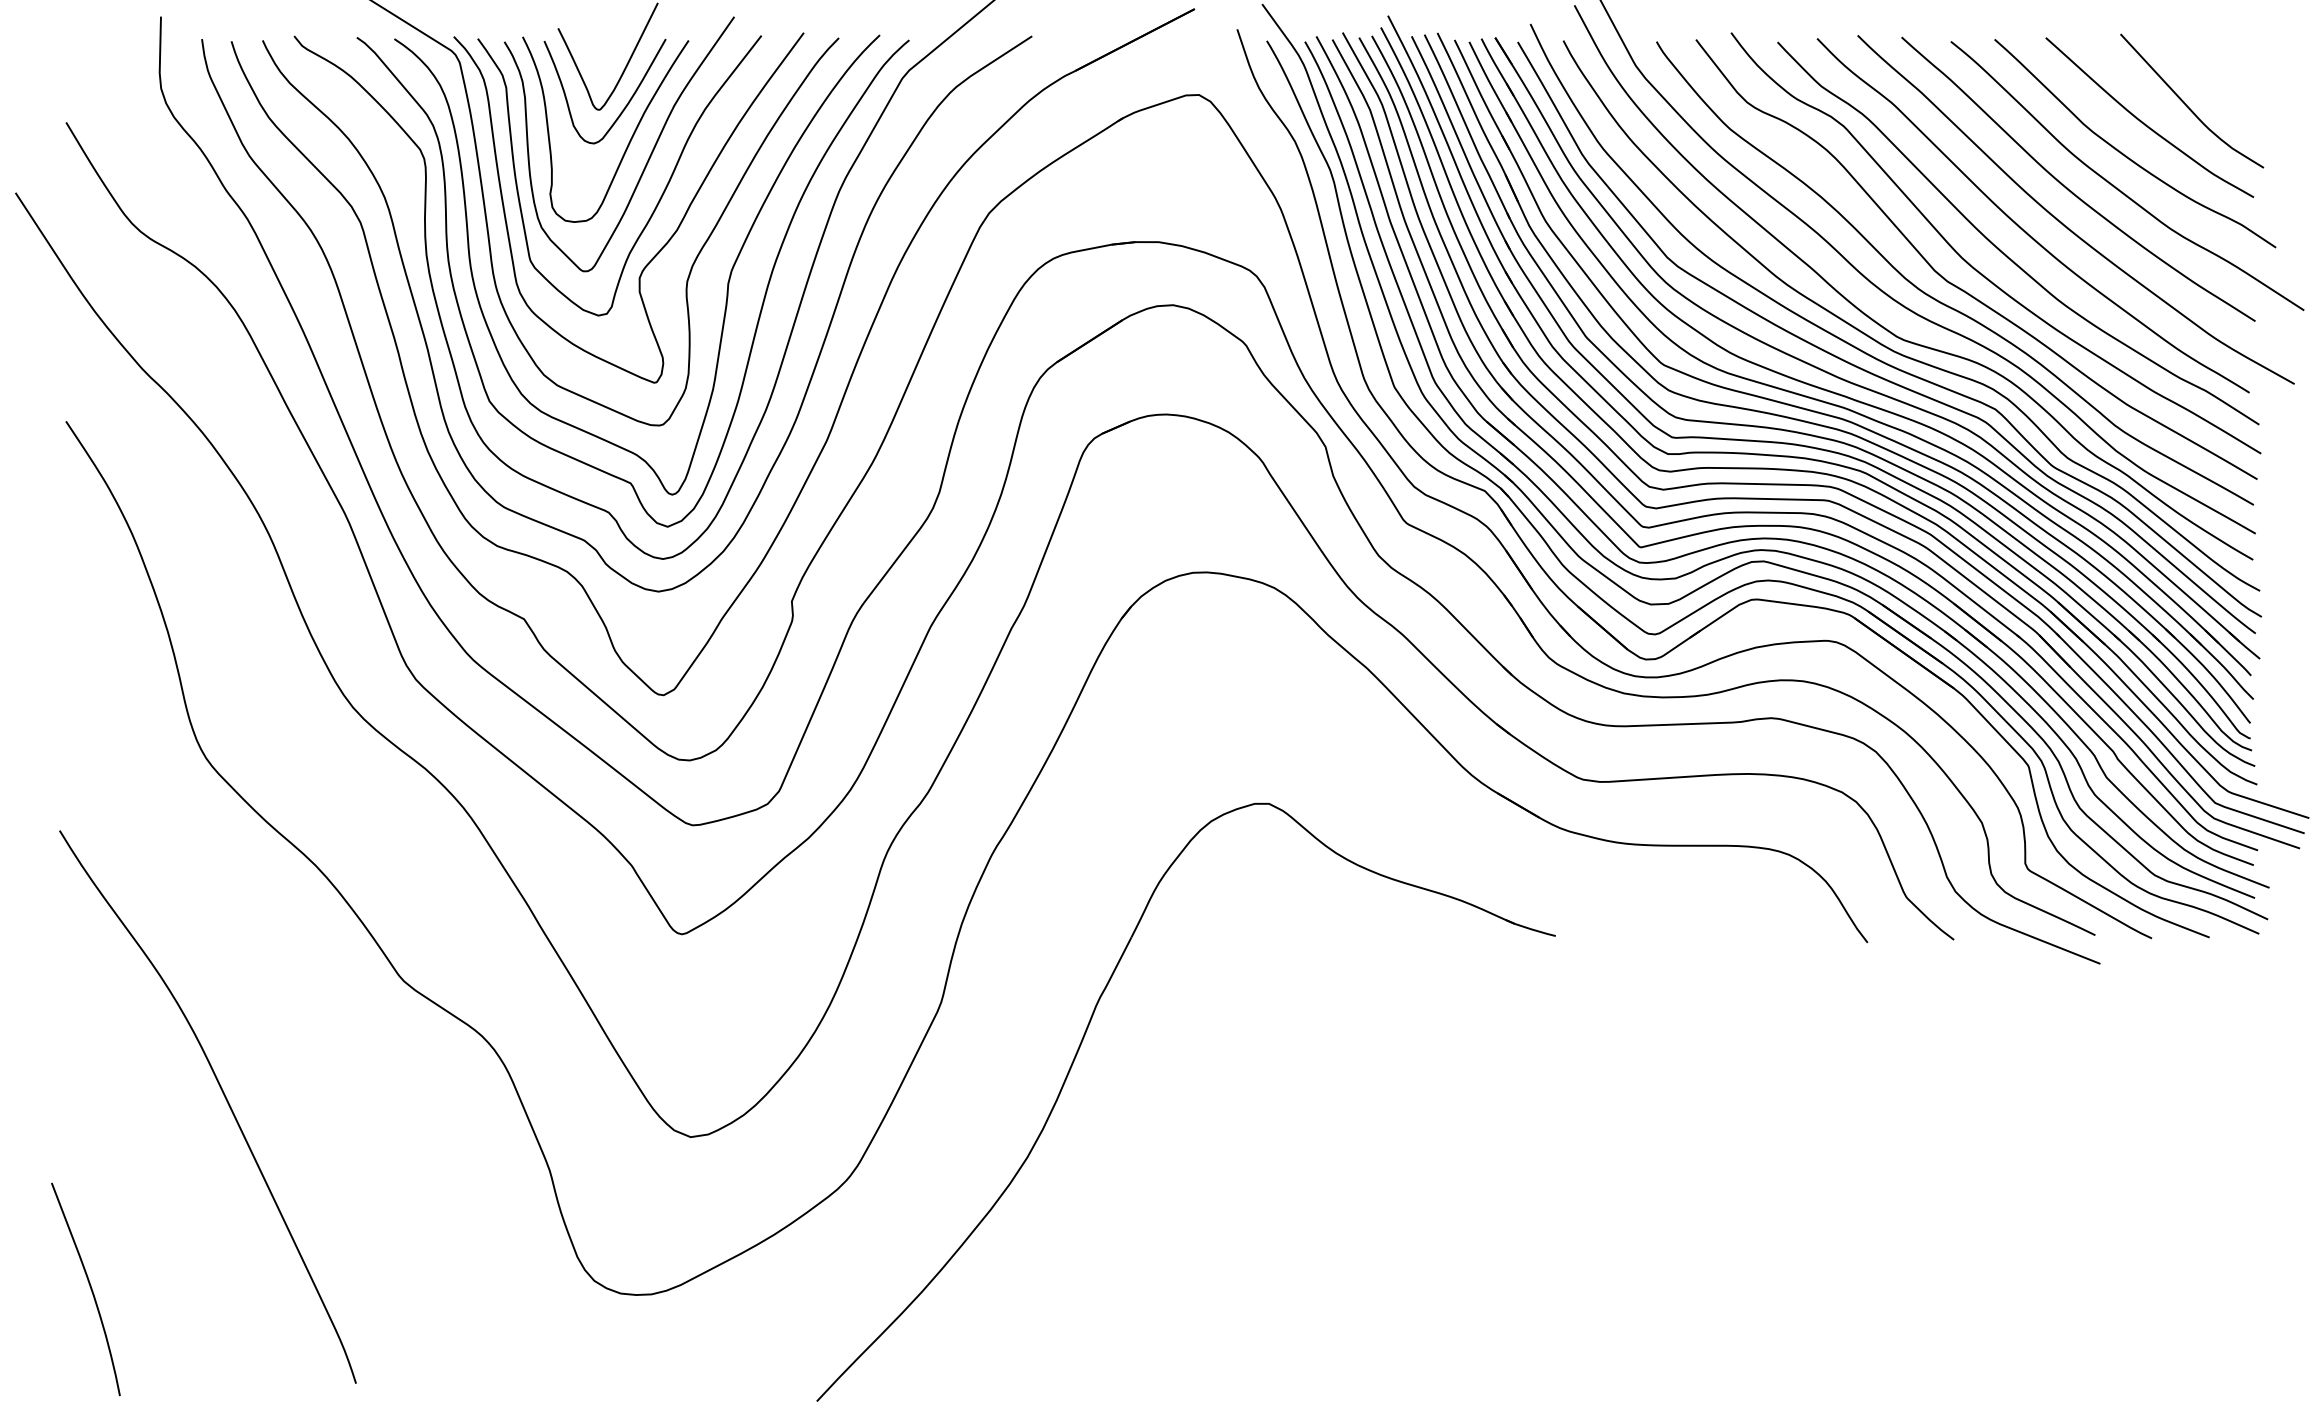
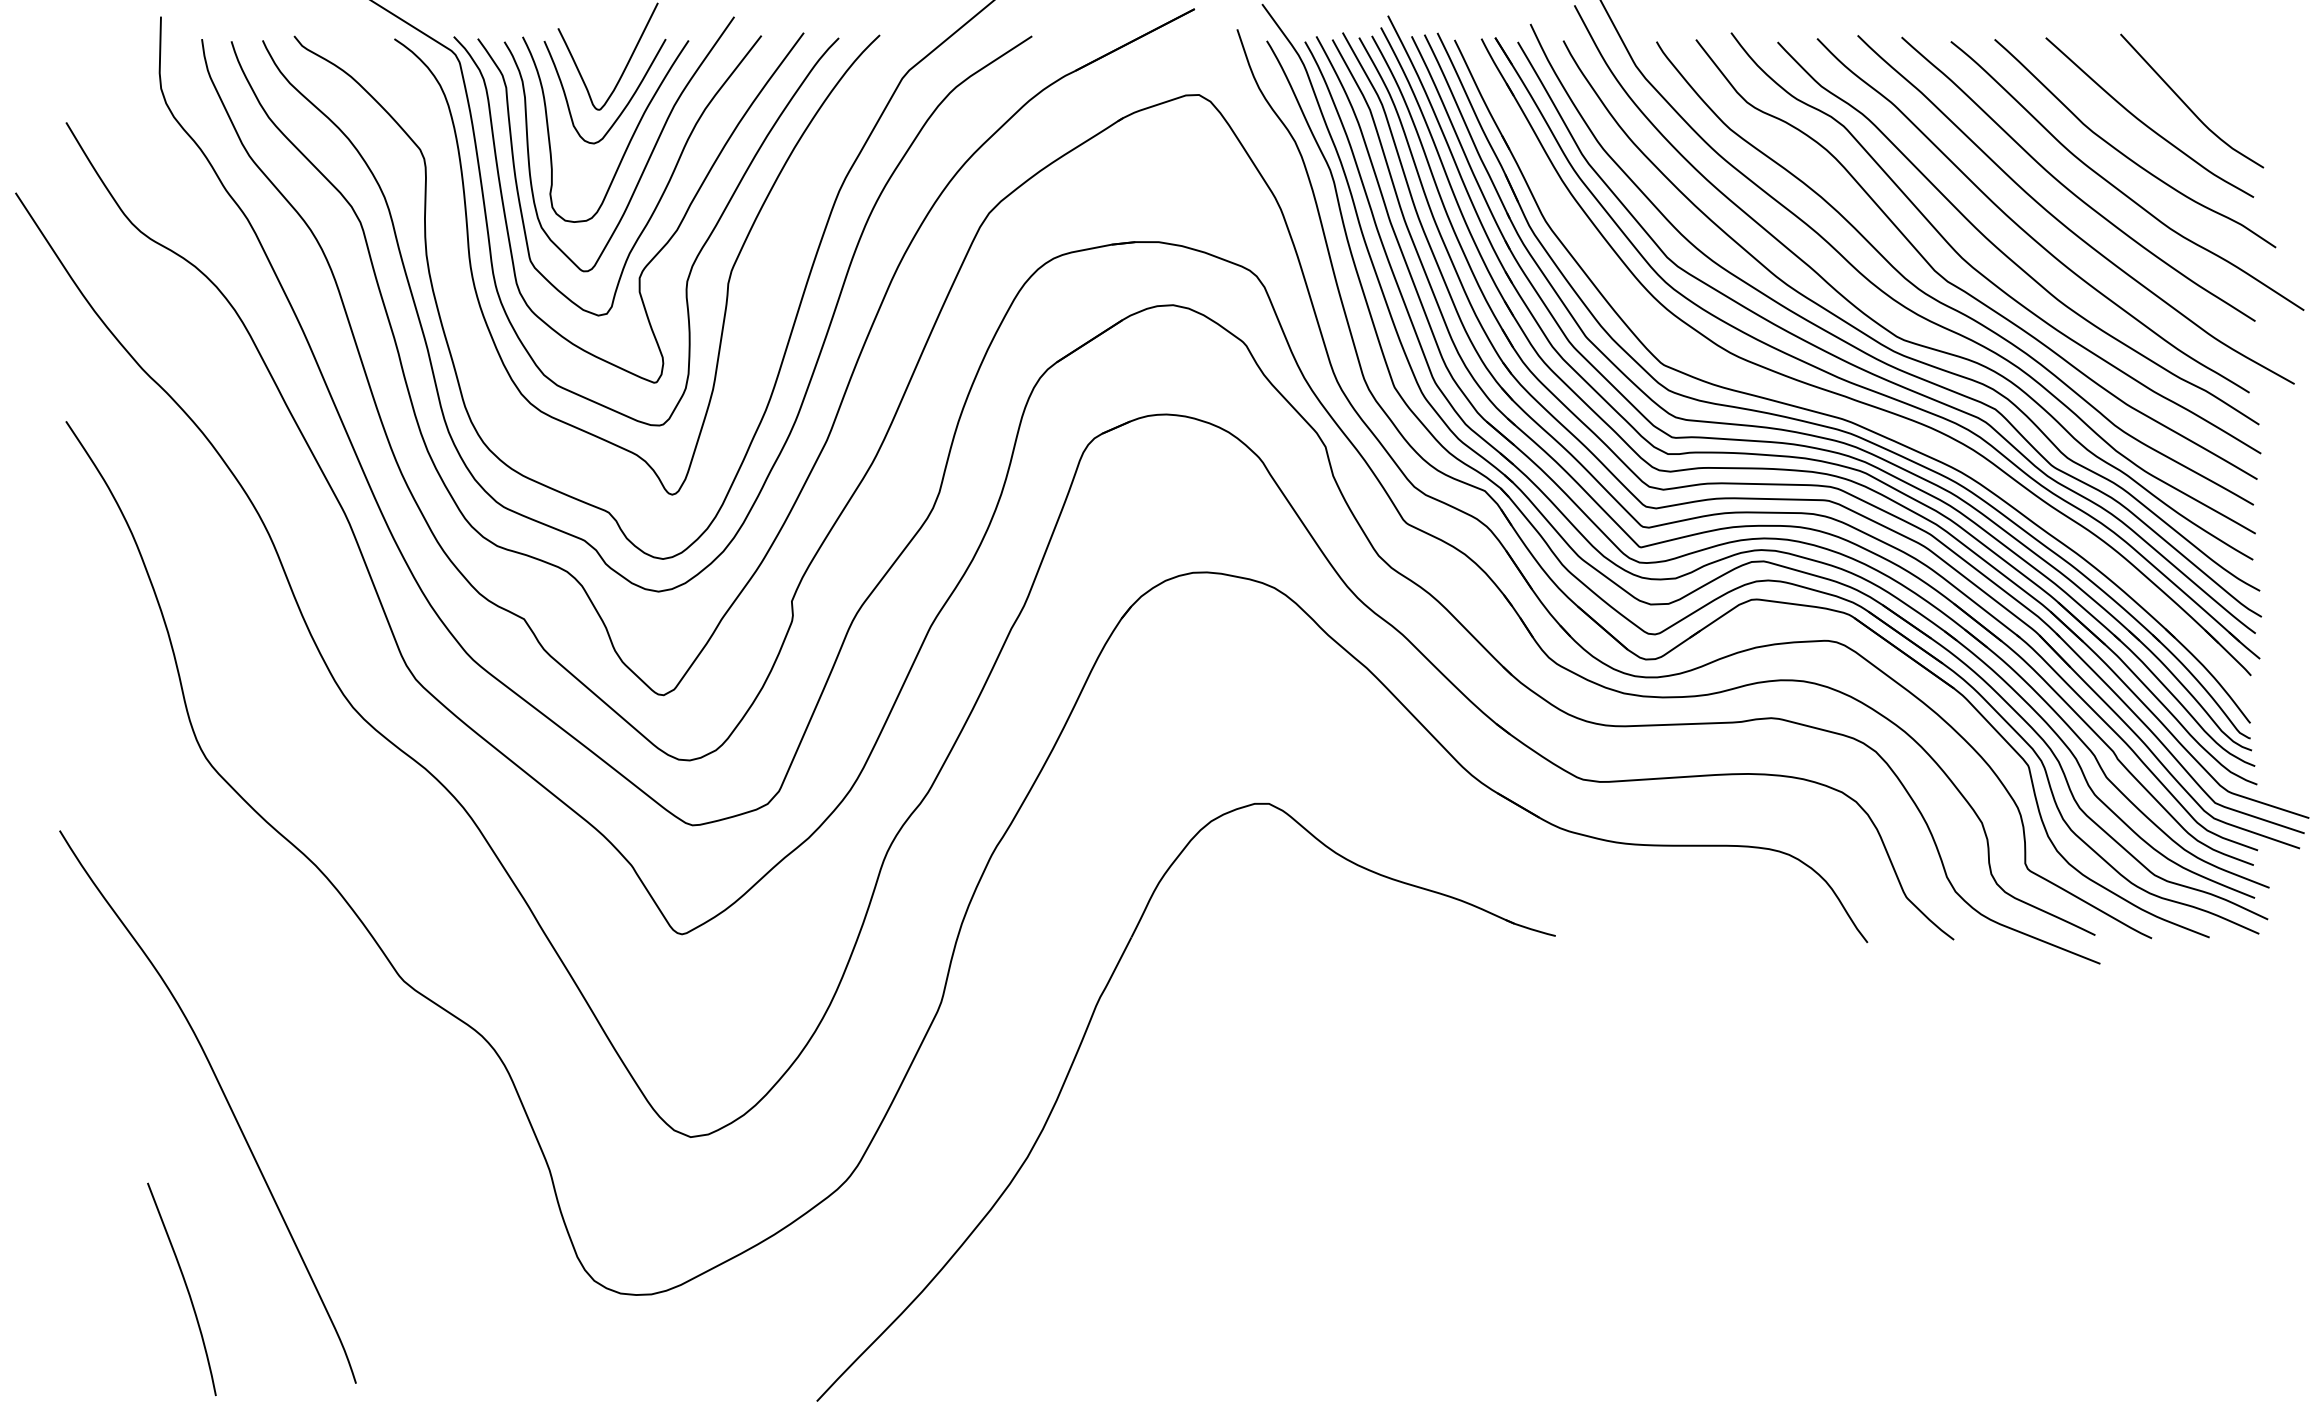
curve at (759, 312): present -> none
part at (1846, 407): present -> none
curve at (89, 1286) position: (89, 1286) -> (185, 1286)
